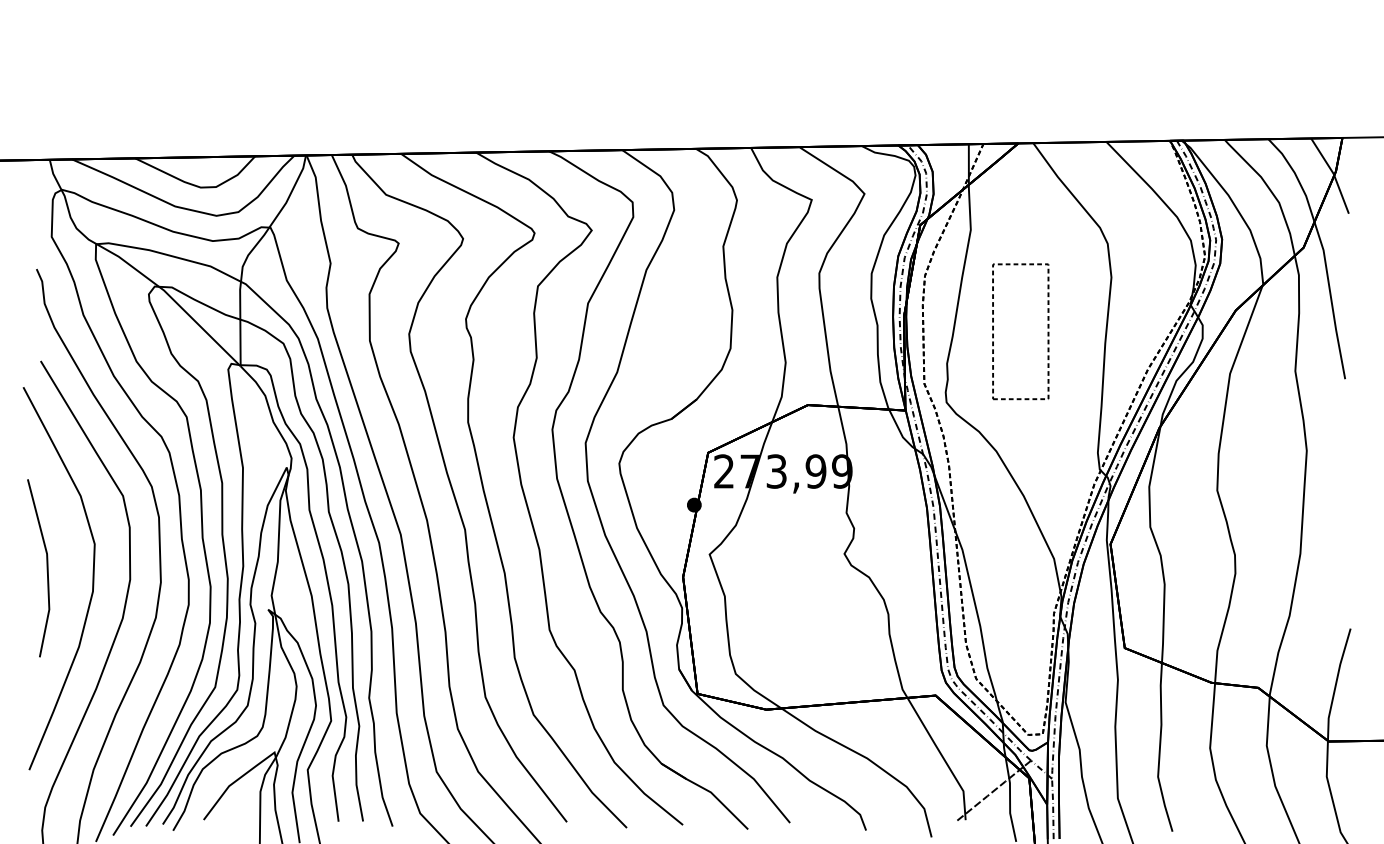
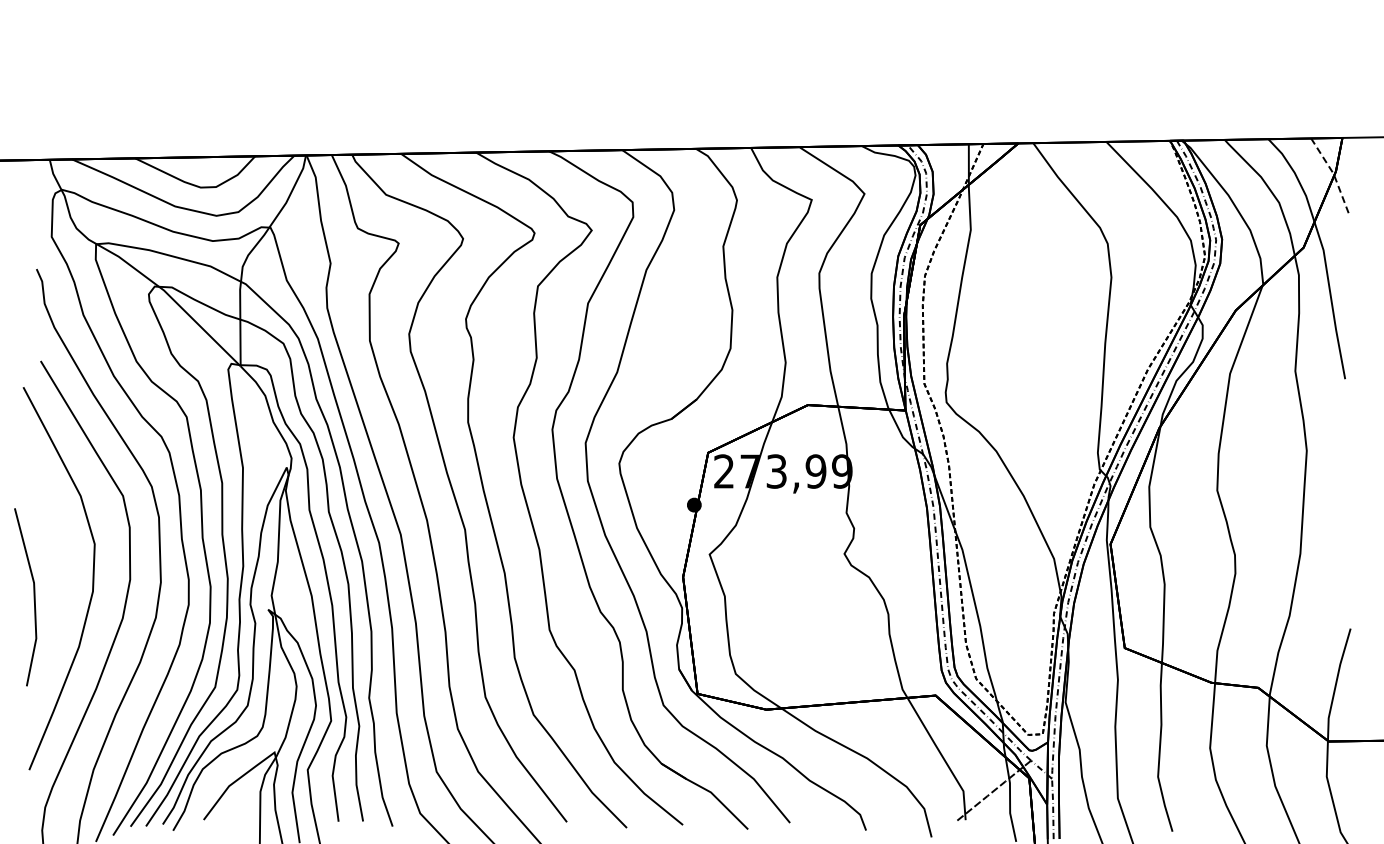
line at (1333, 173): solid -> dashed
part at (993, 330): present -> none
line at (46, 568) position: (46, 568) -> (33, 597)
